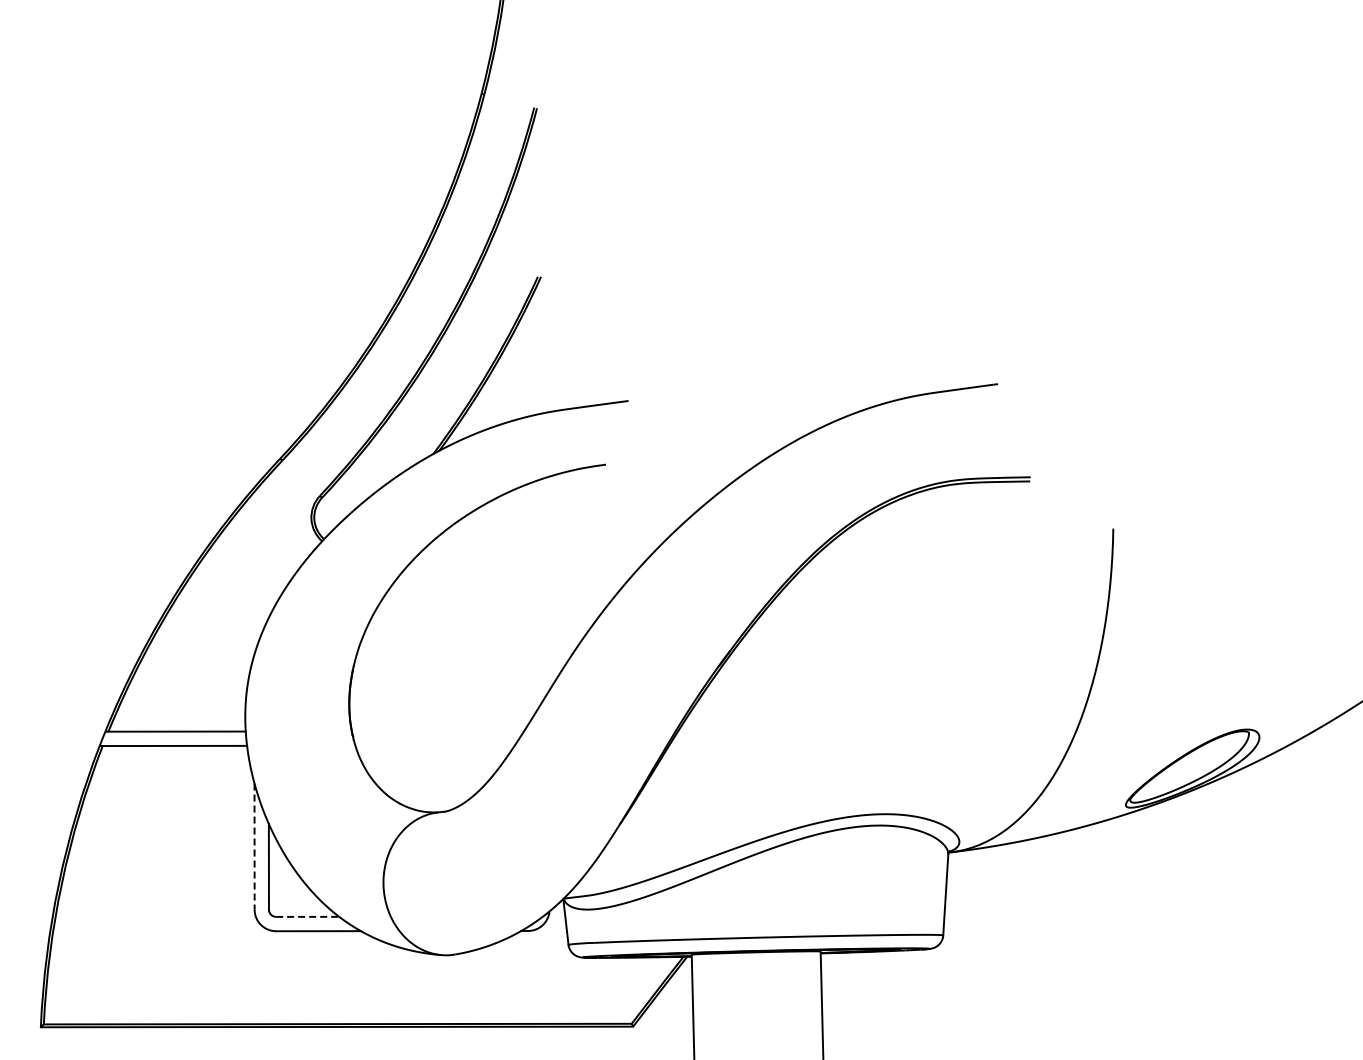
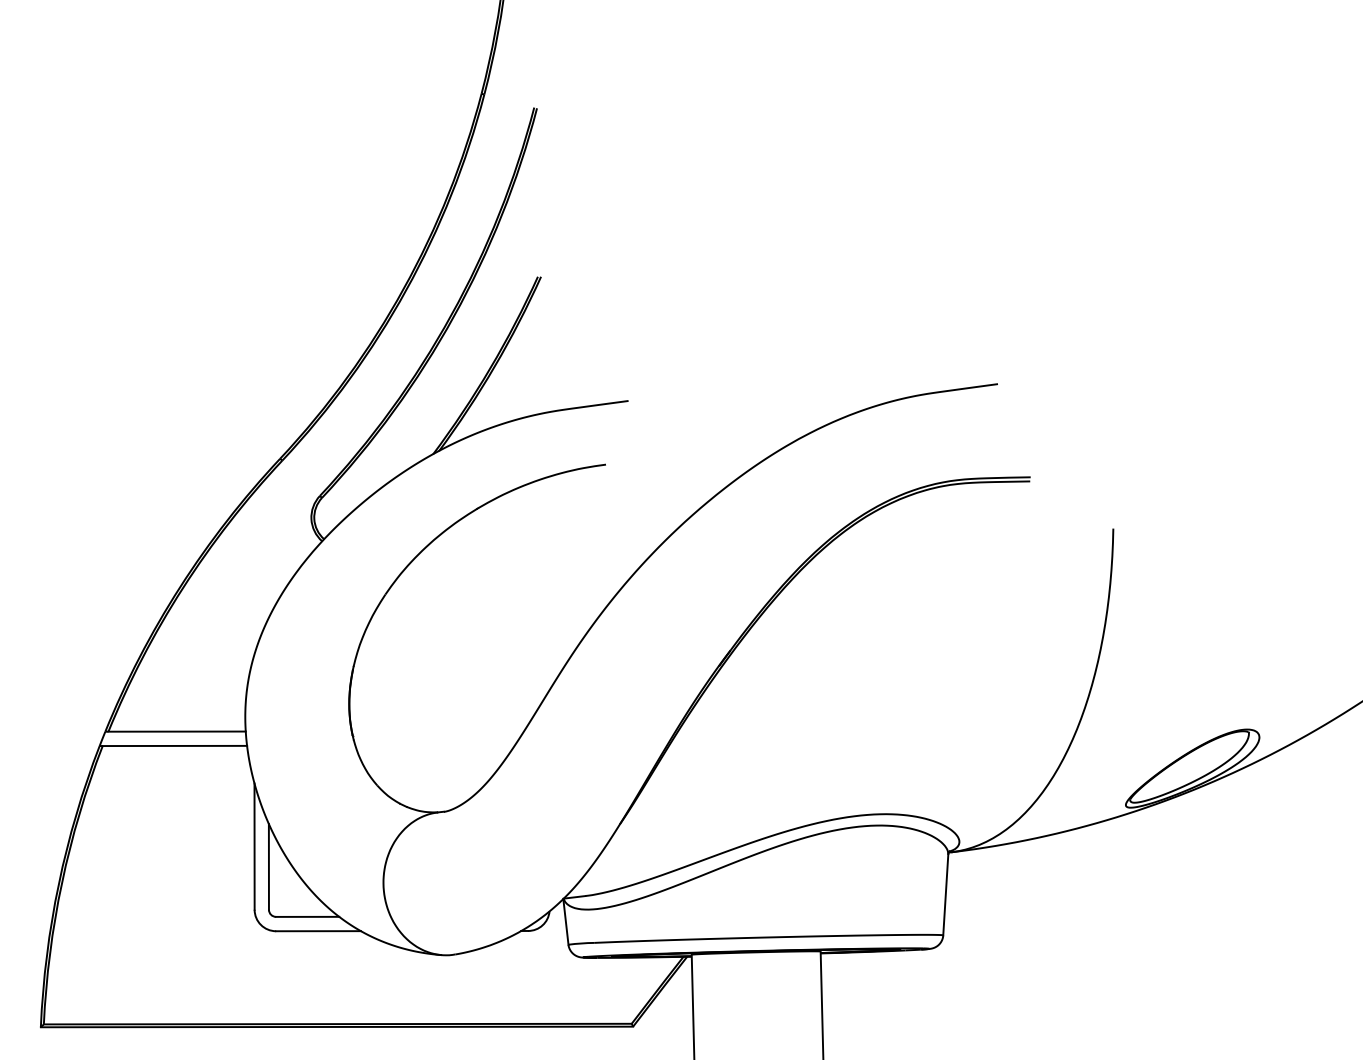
line at (254, 847): dashed -> solid
line at (307, 916): dashed -> solid
